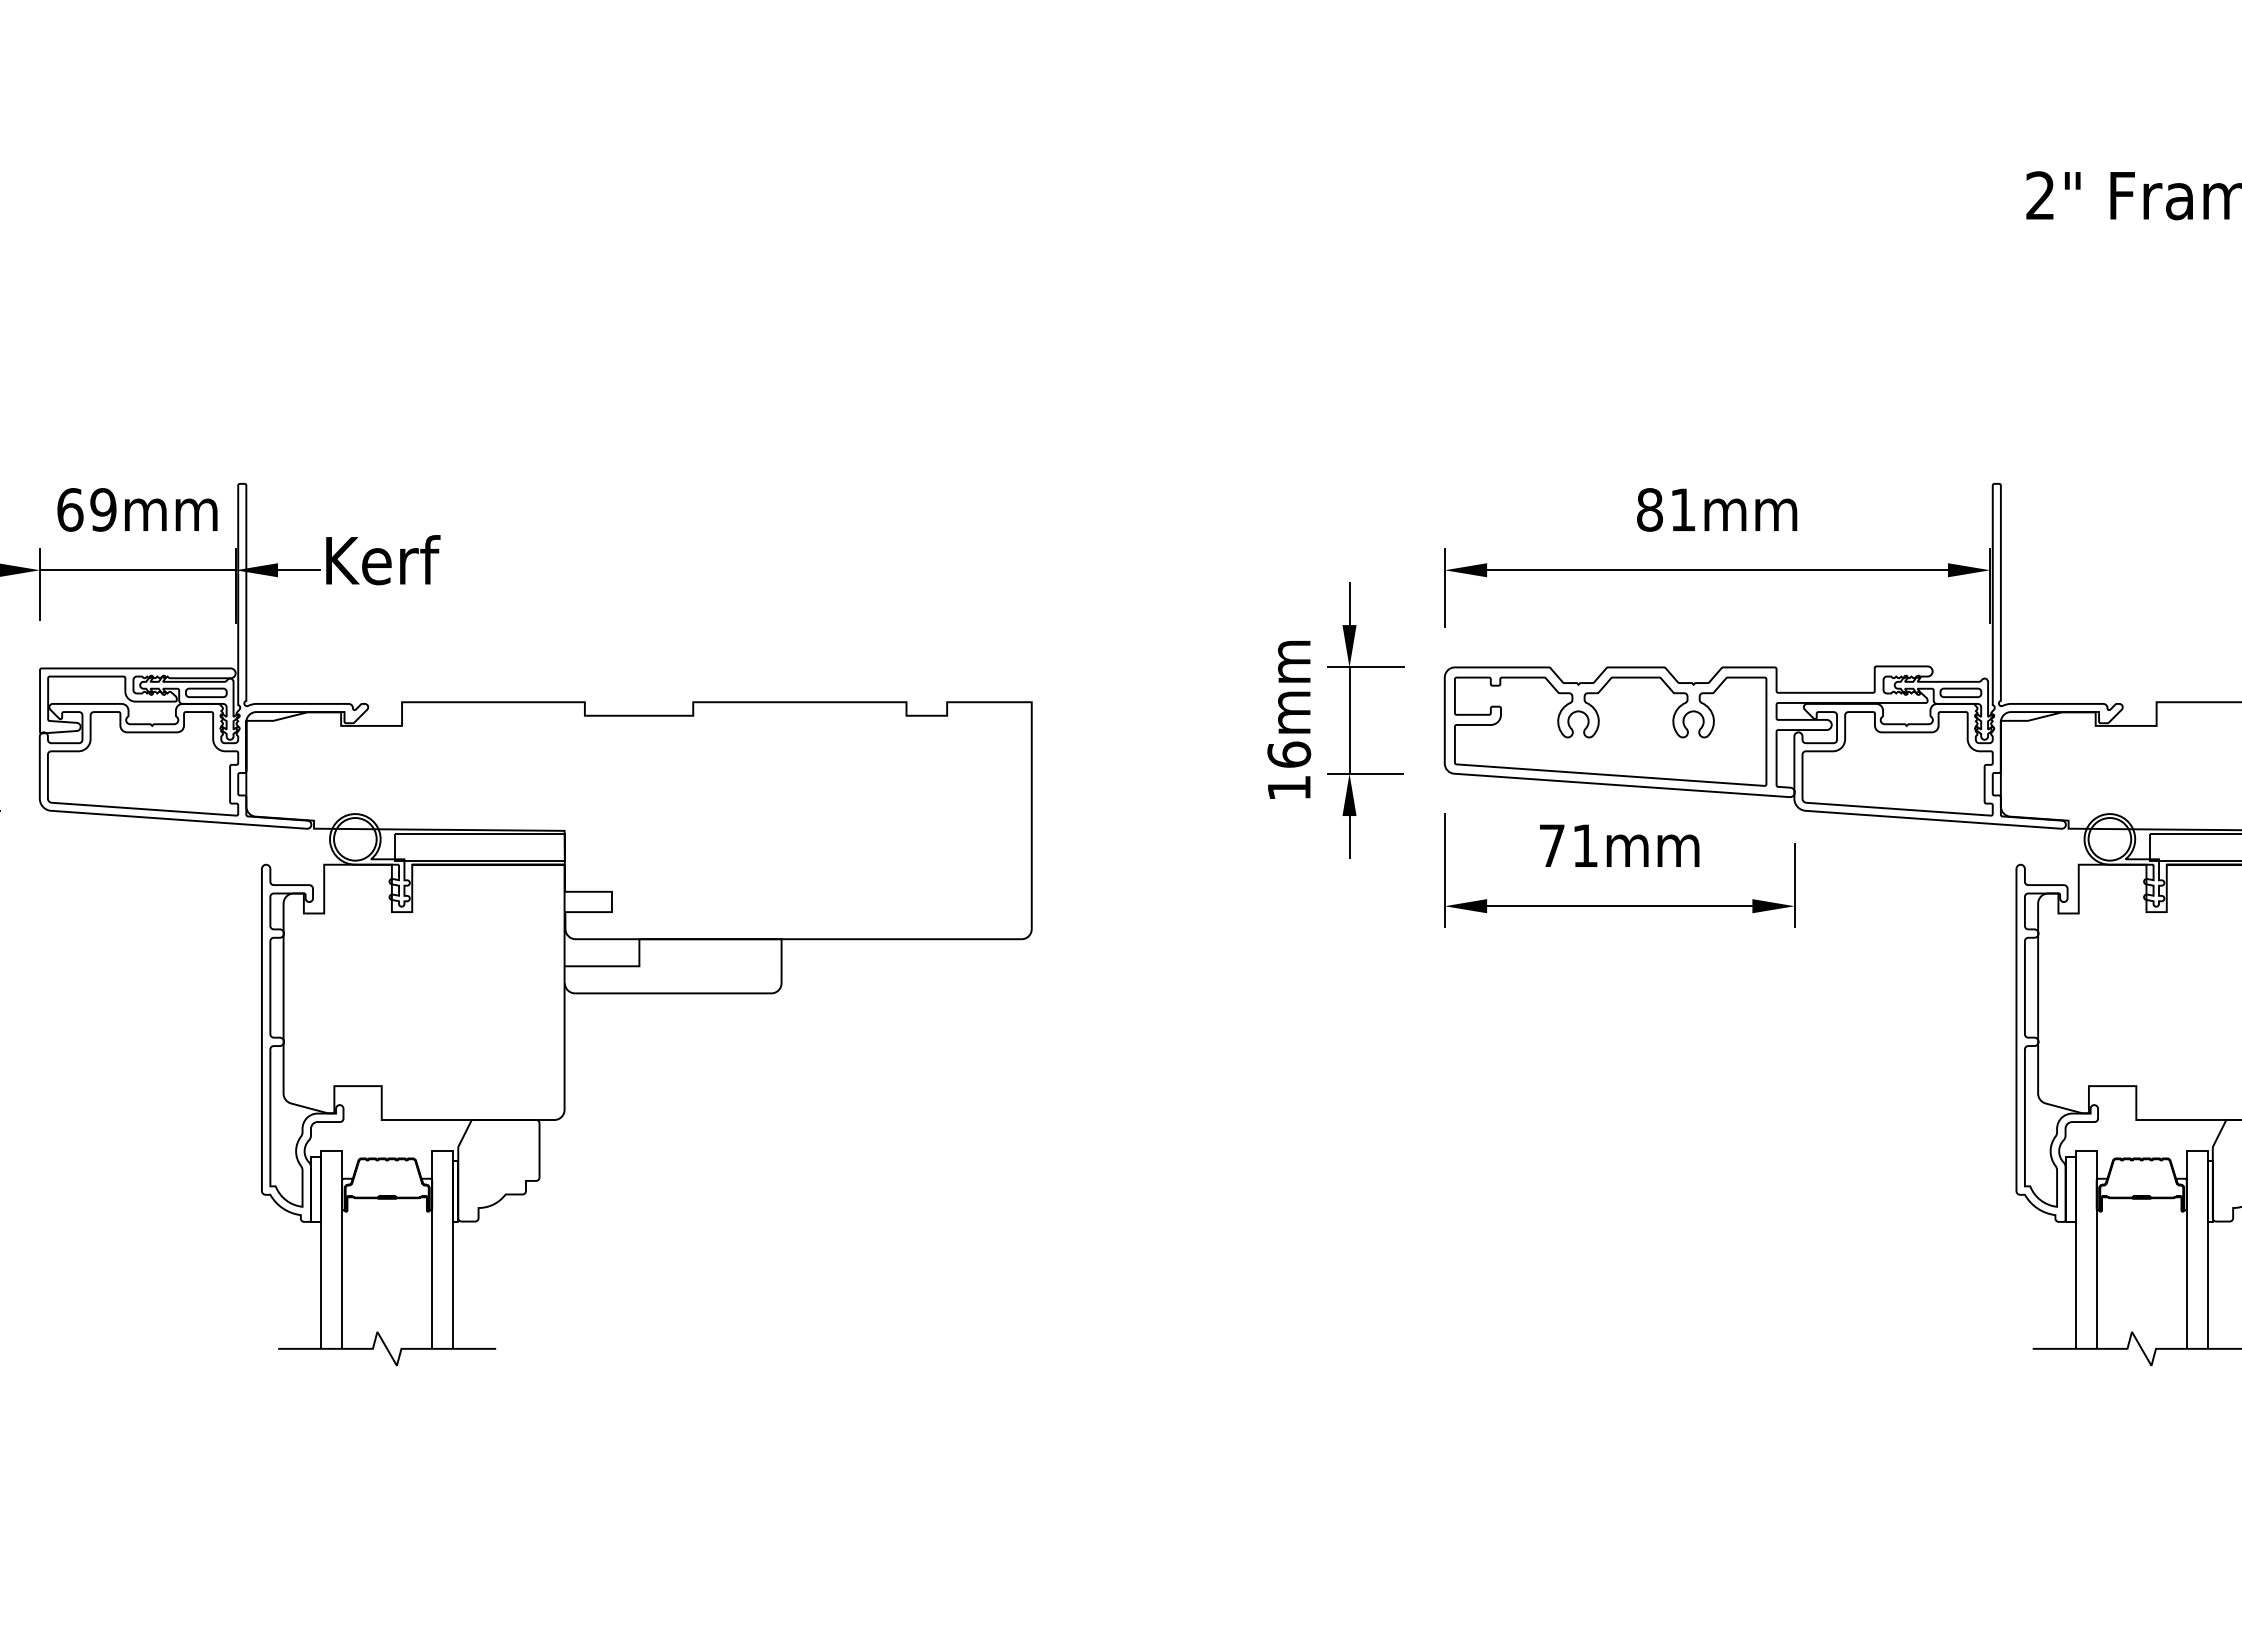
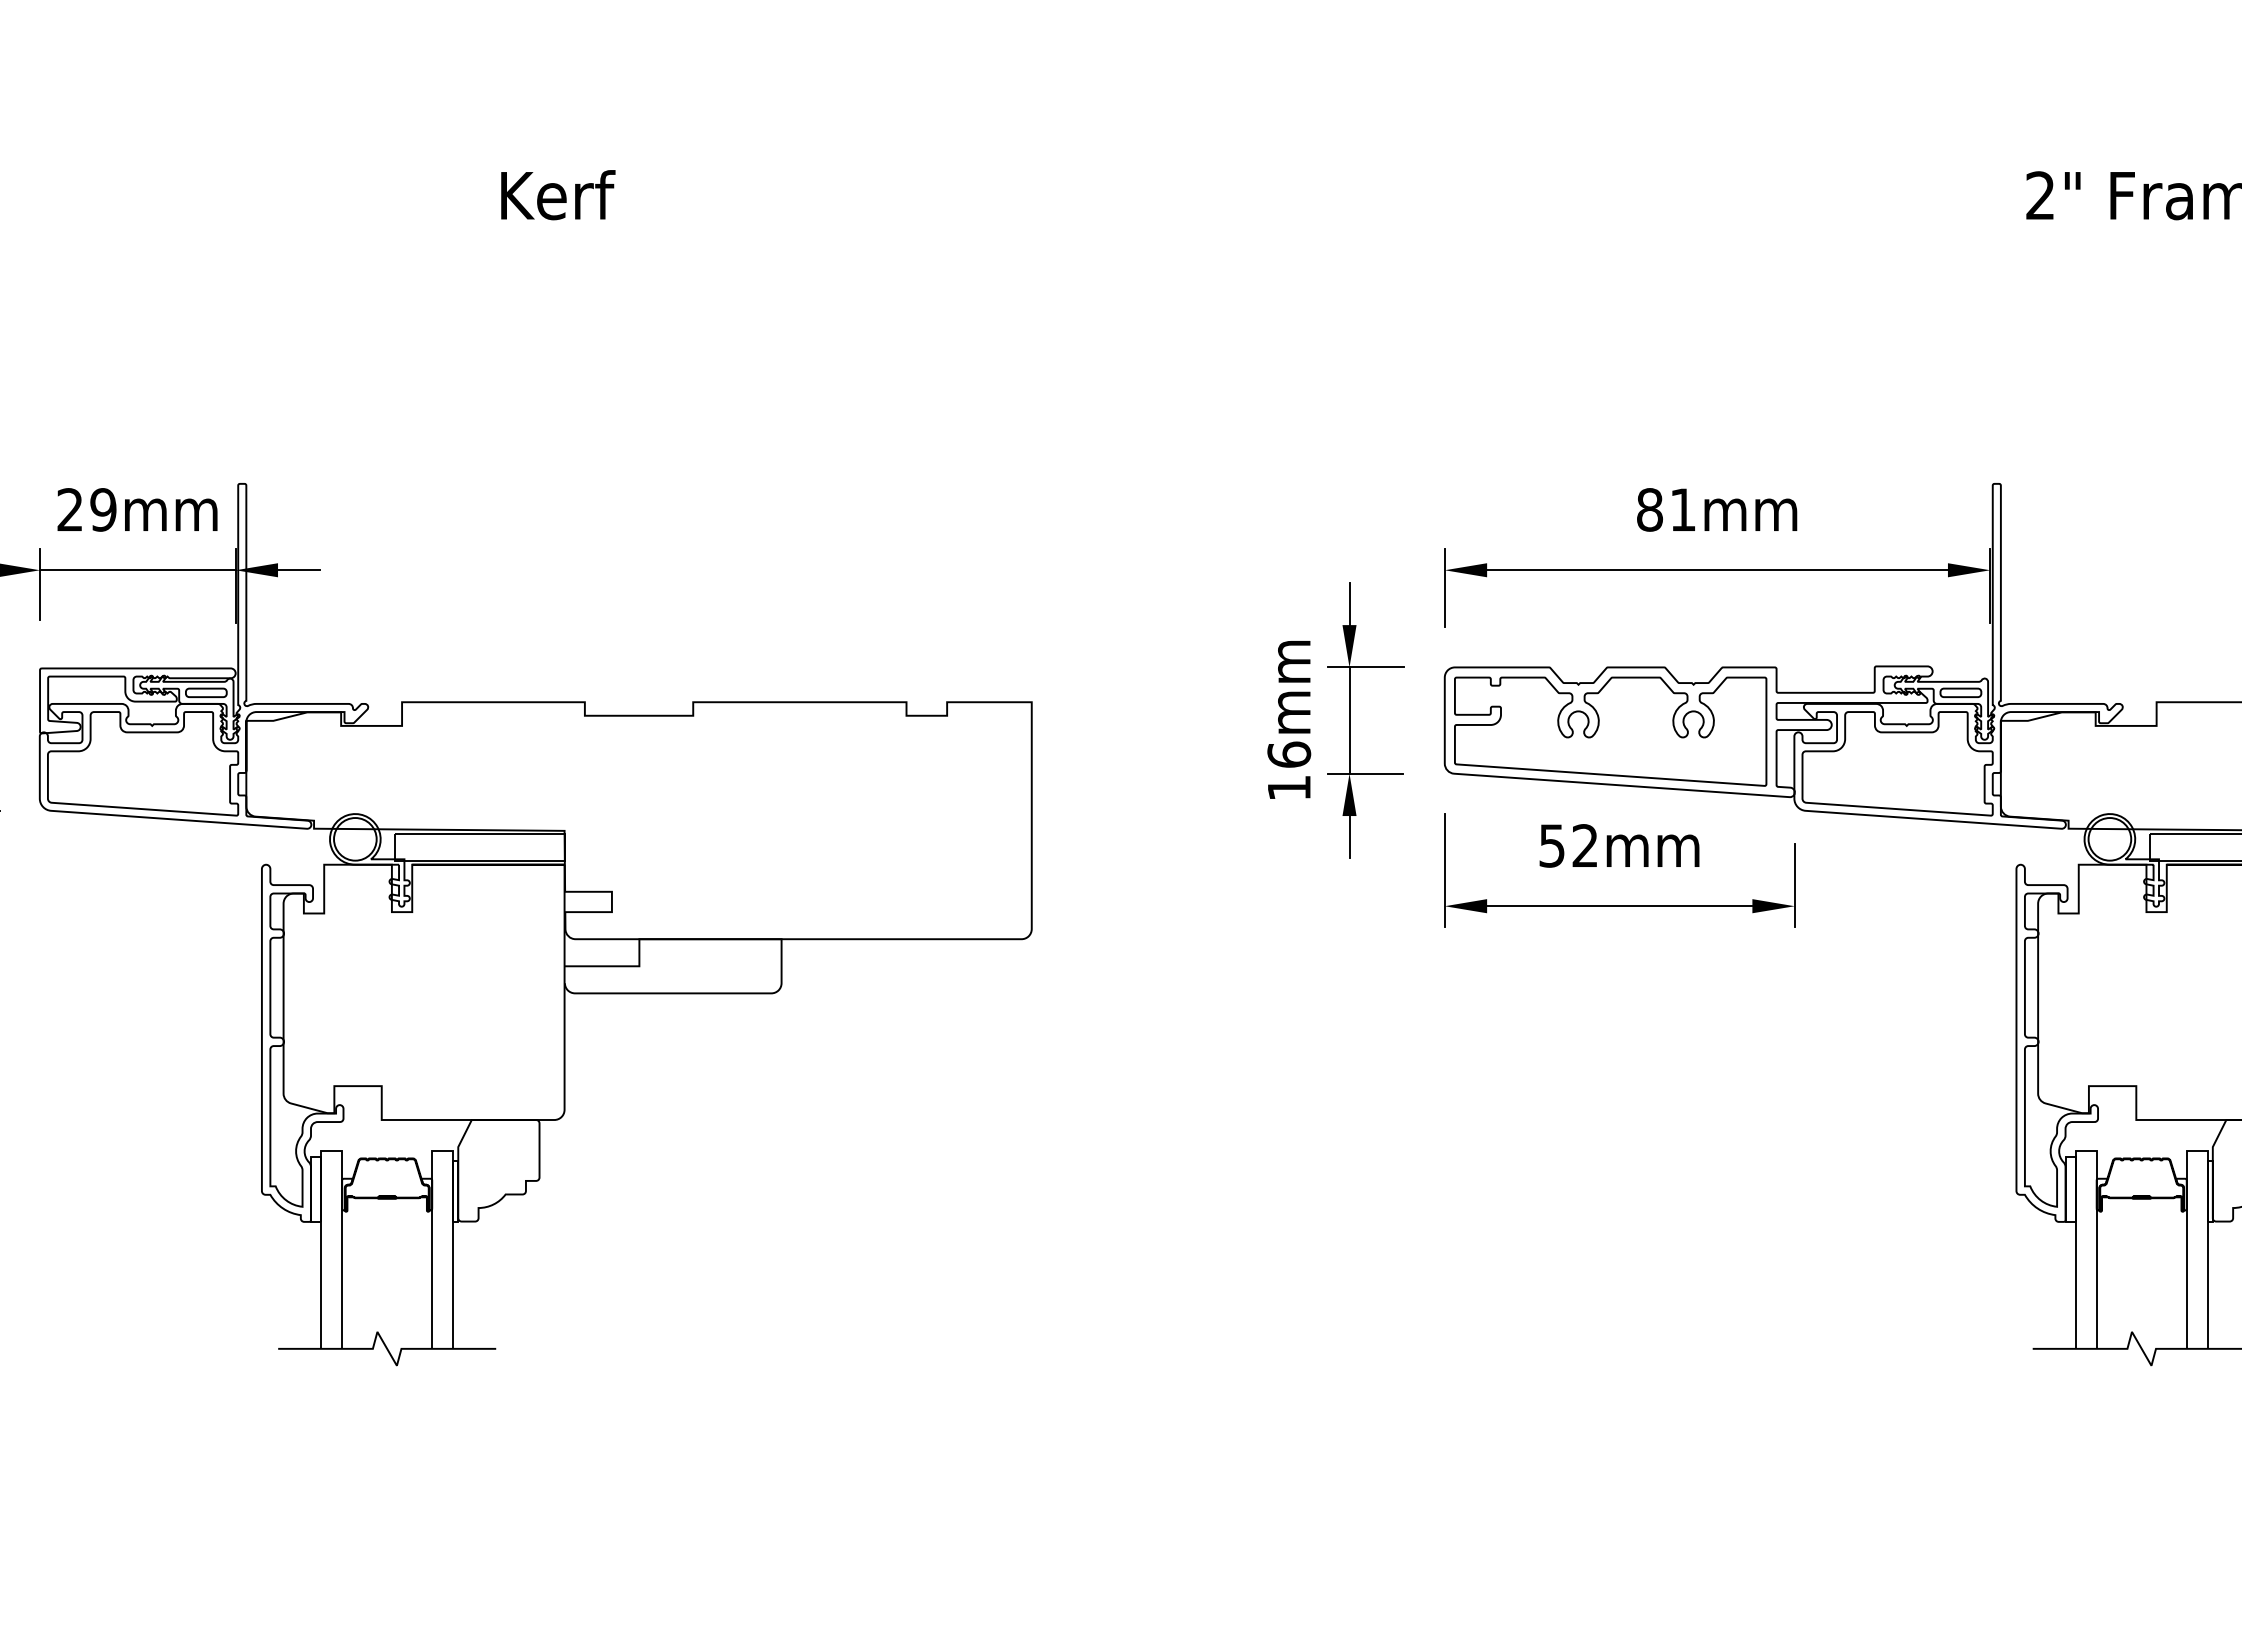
text at (70, 509): 69mm -> 29mm
text at (383, 560) position: (383, 560) -> (558, 195)
text at (1568, 845): 71mm -> 52mm
